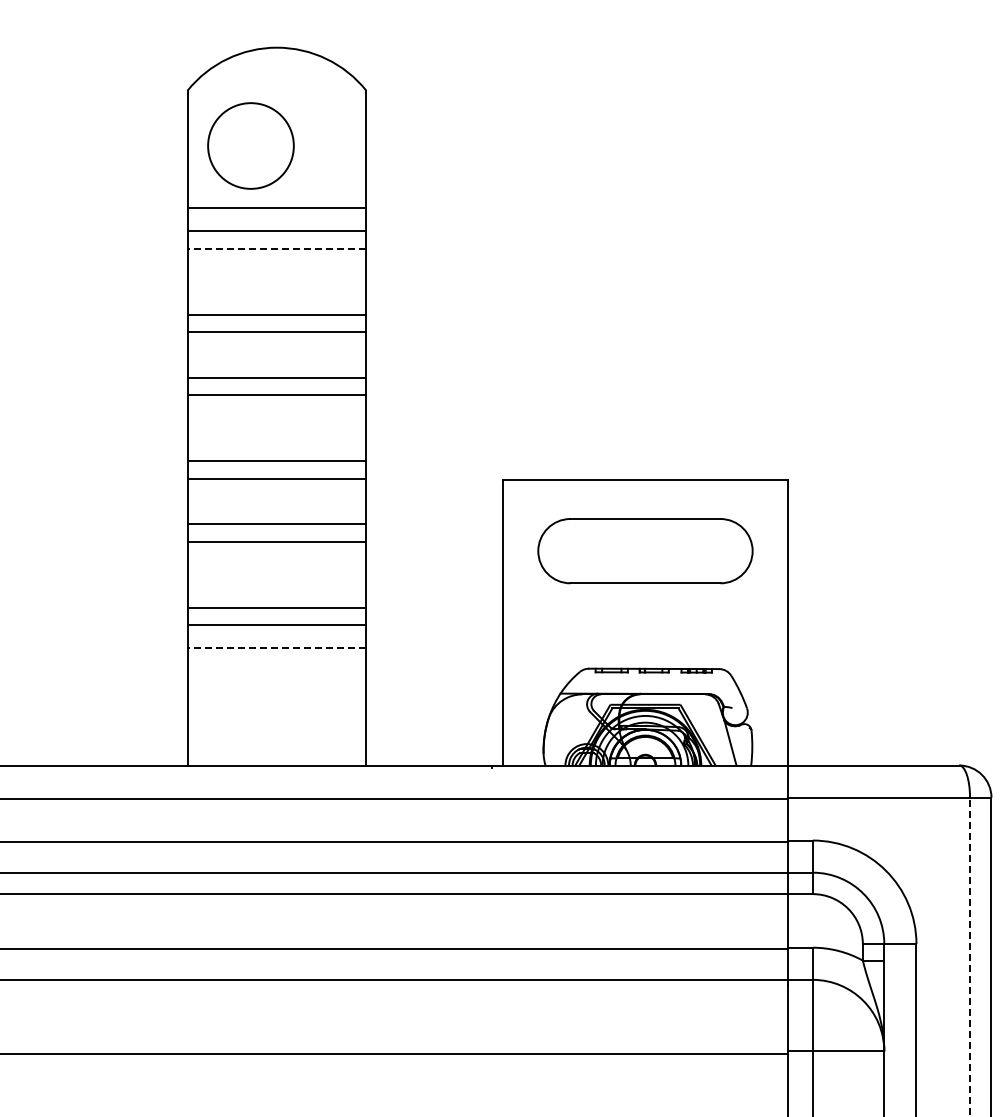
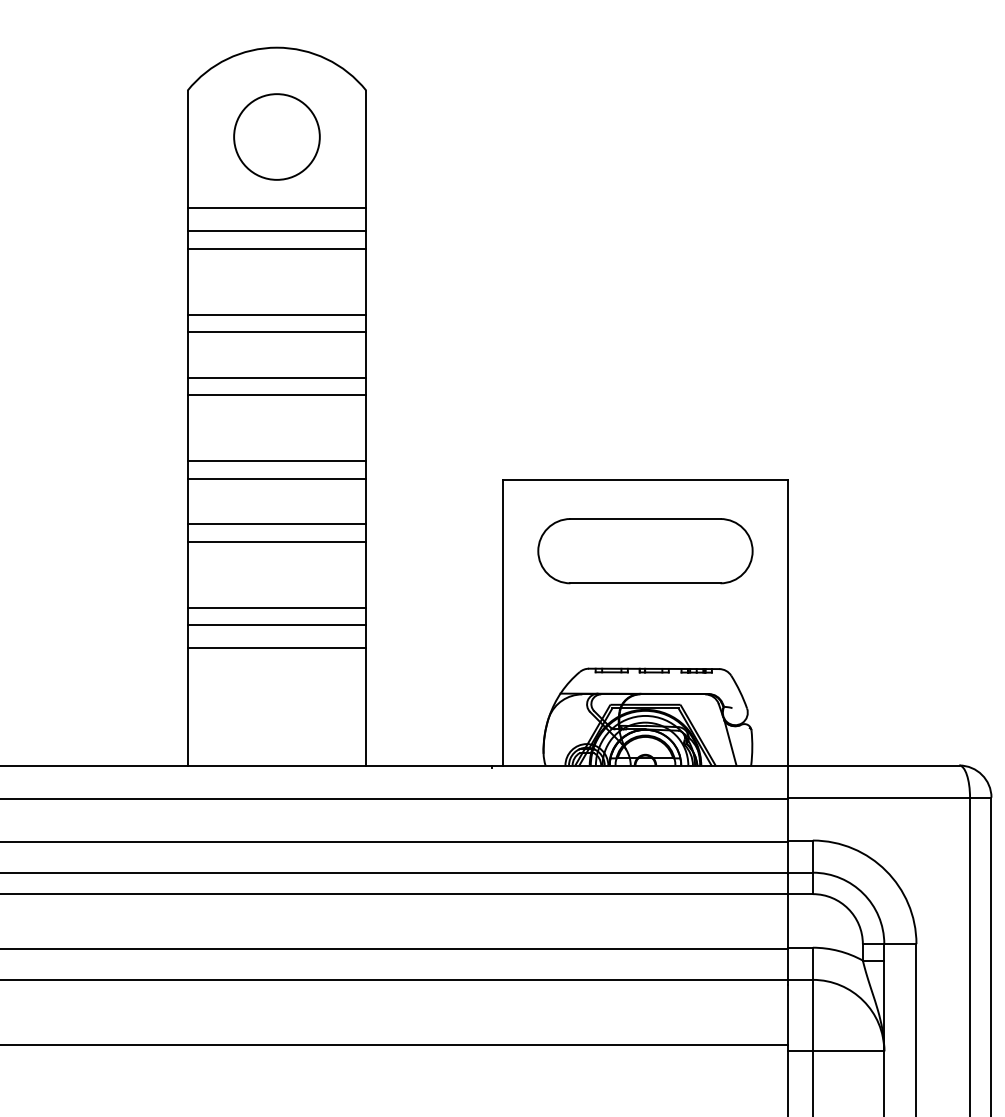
circle at (250, 145) position: (250, 145) -> (276, 136)
line at (276, 248): dashed -> solid
line at (276, 648): dashed -> solid
line at (970, 956): dashed -> solid
line at (394, 1054) position: (394, 1054) -> (394, 1045)
